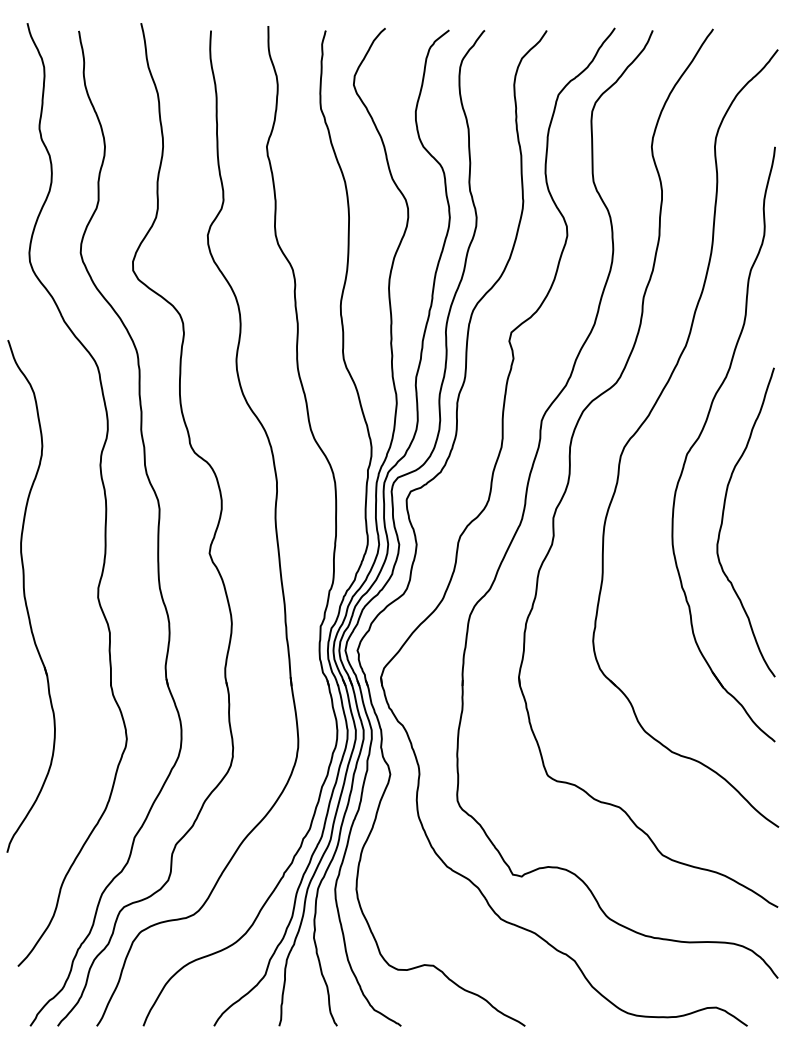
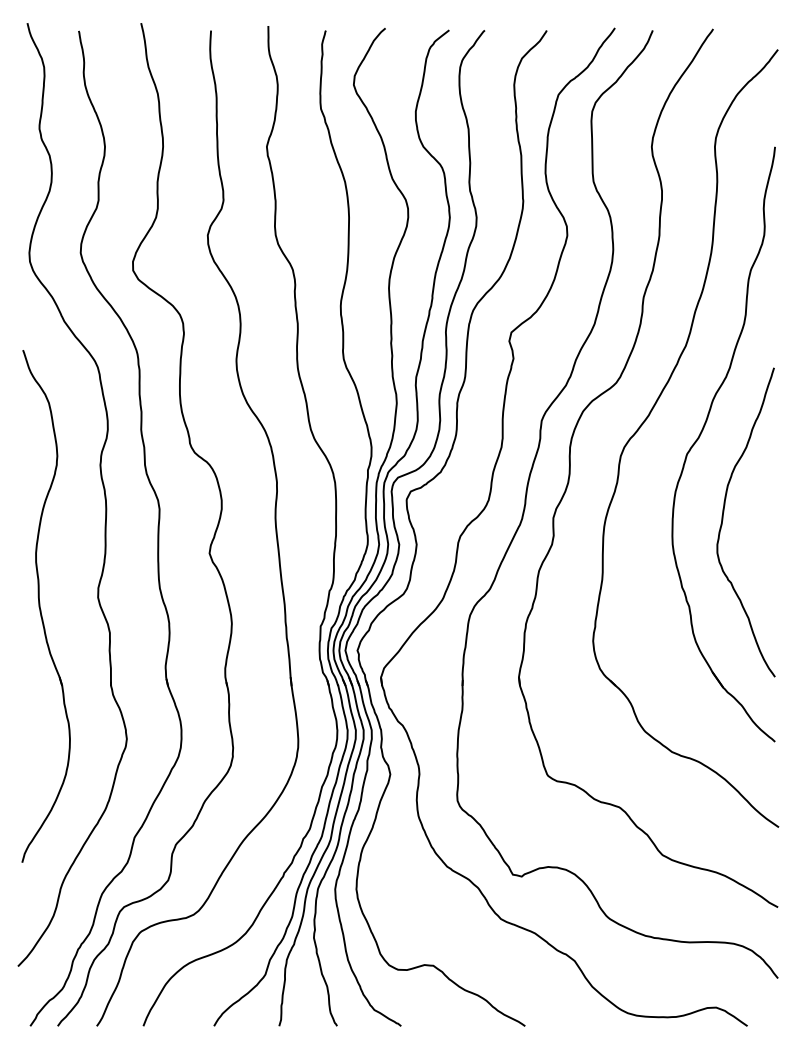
part at (30, 596) position: (30, 596) -> (45, 606)
